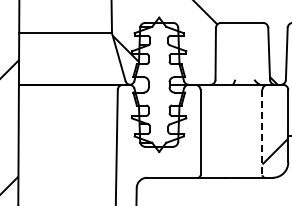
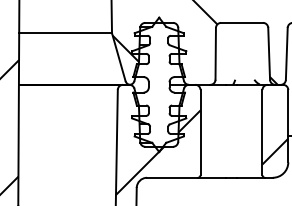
line at (262, 132): dashed -> solid
hatch at (157, 152): none -> present
